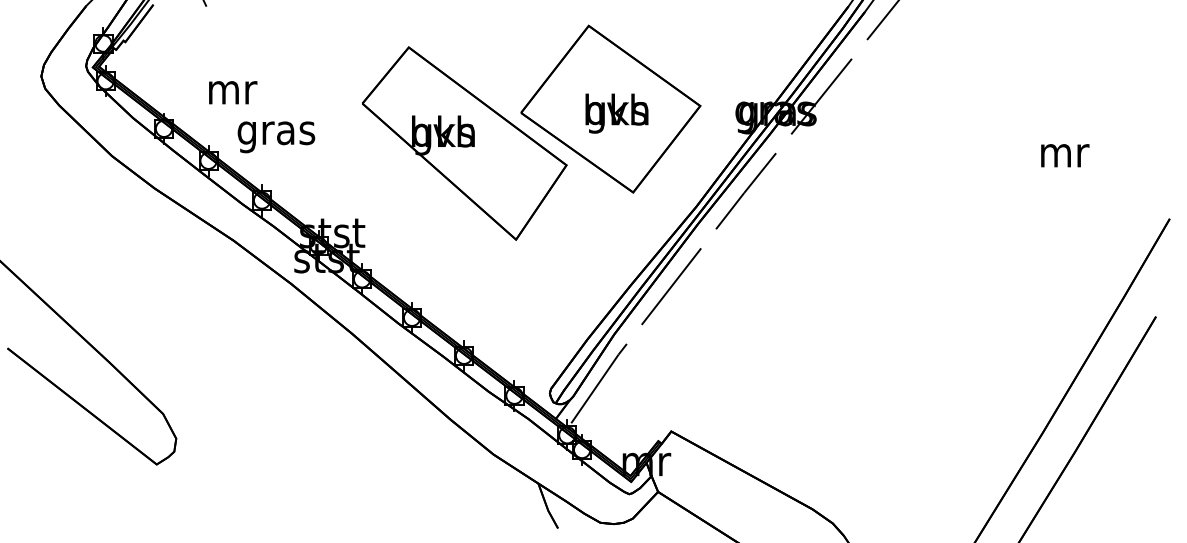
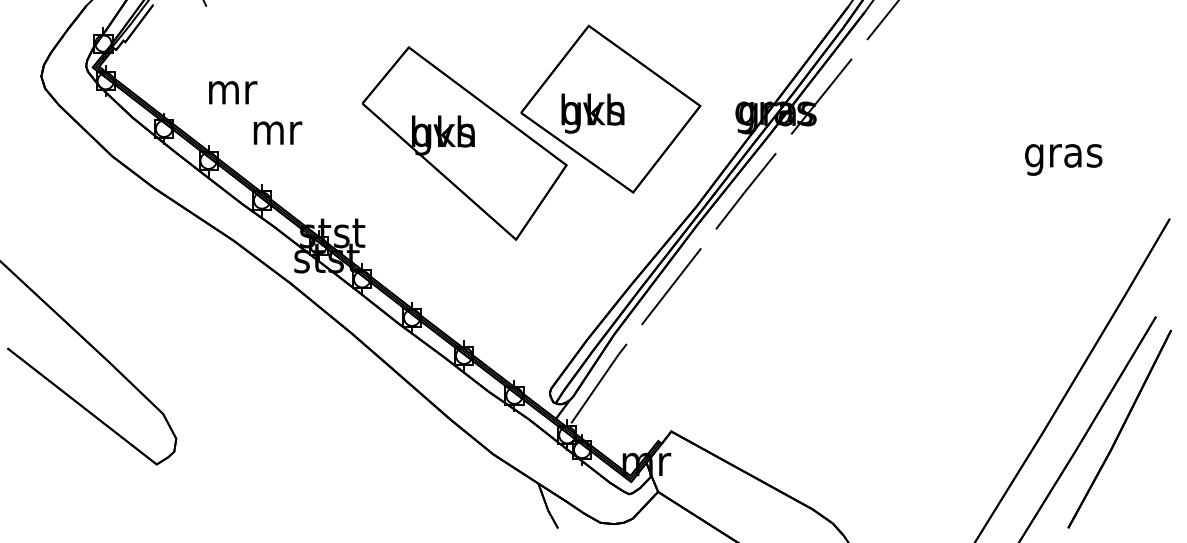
text at (616, 113) position: (616, 113) -> (592, 113)
text at (276, 137): gras -> mr
text at (1063, 159): mr -> gras
part at (1119, 428): none -> present
